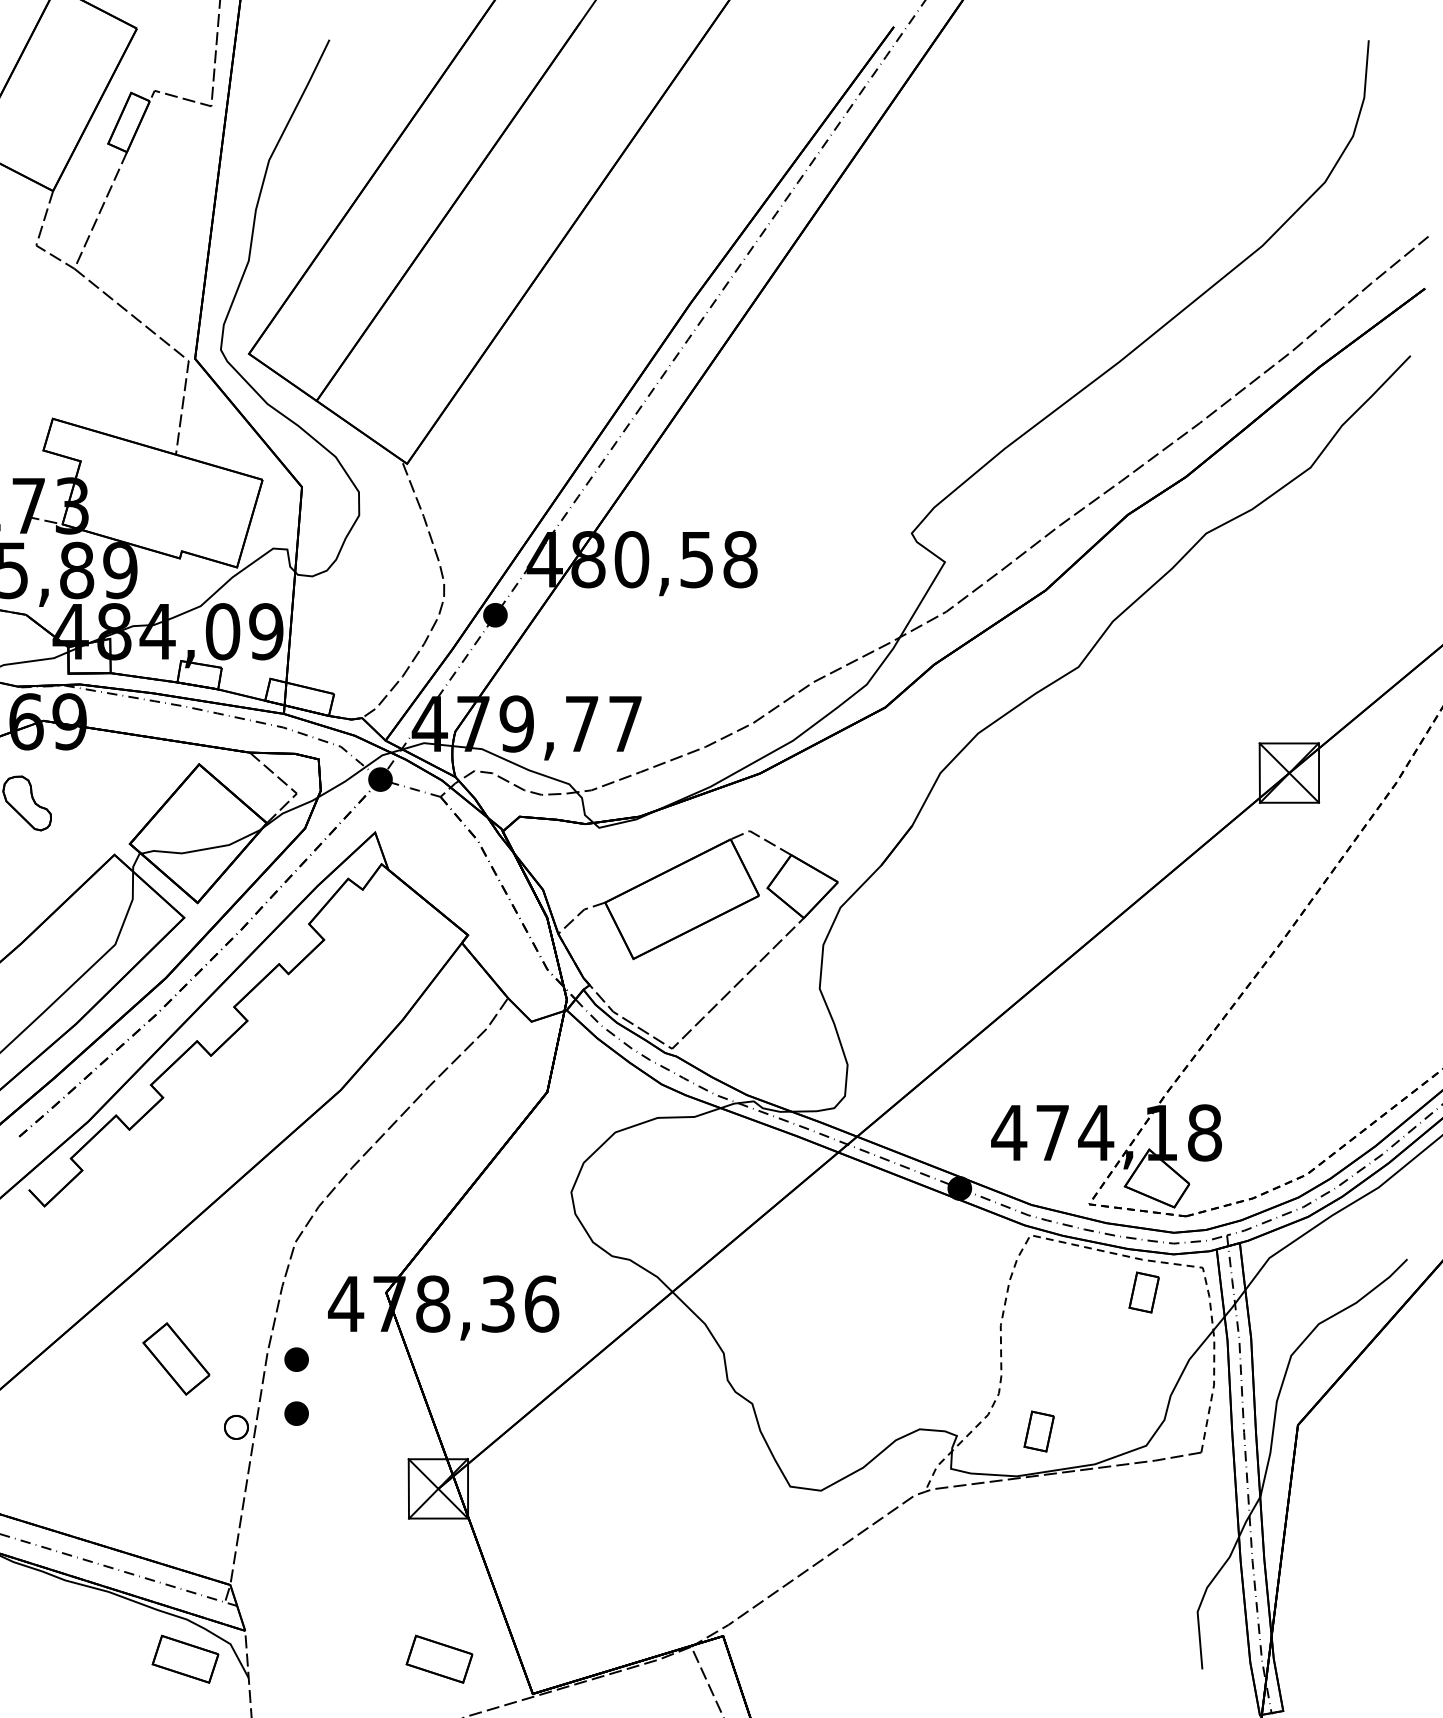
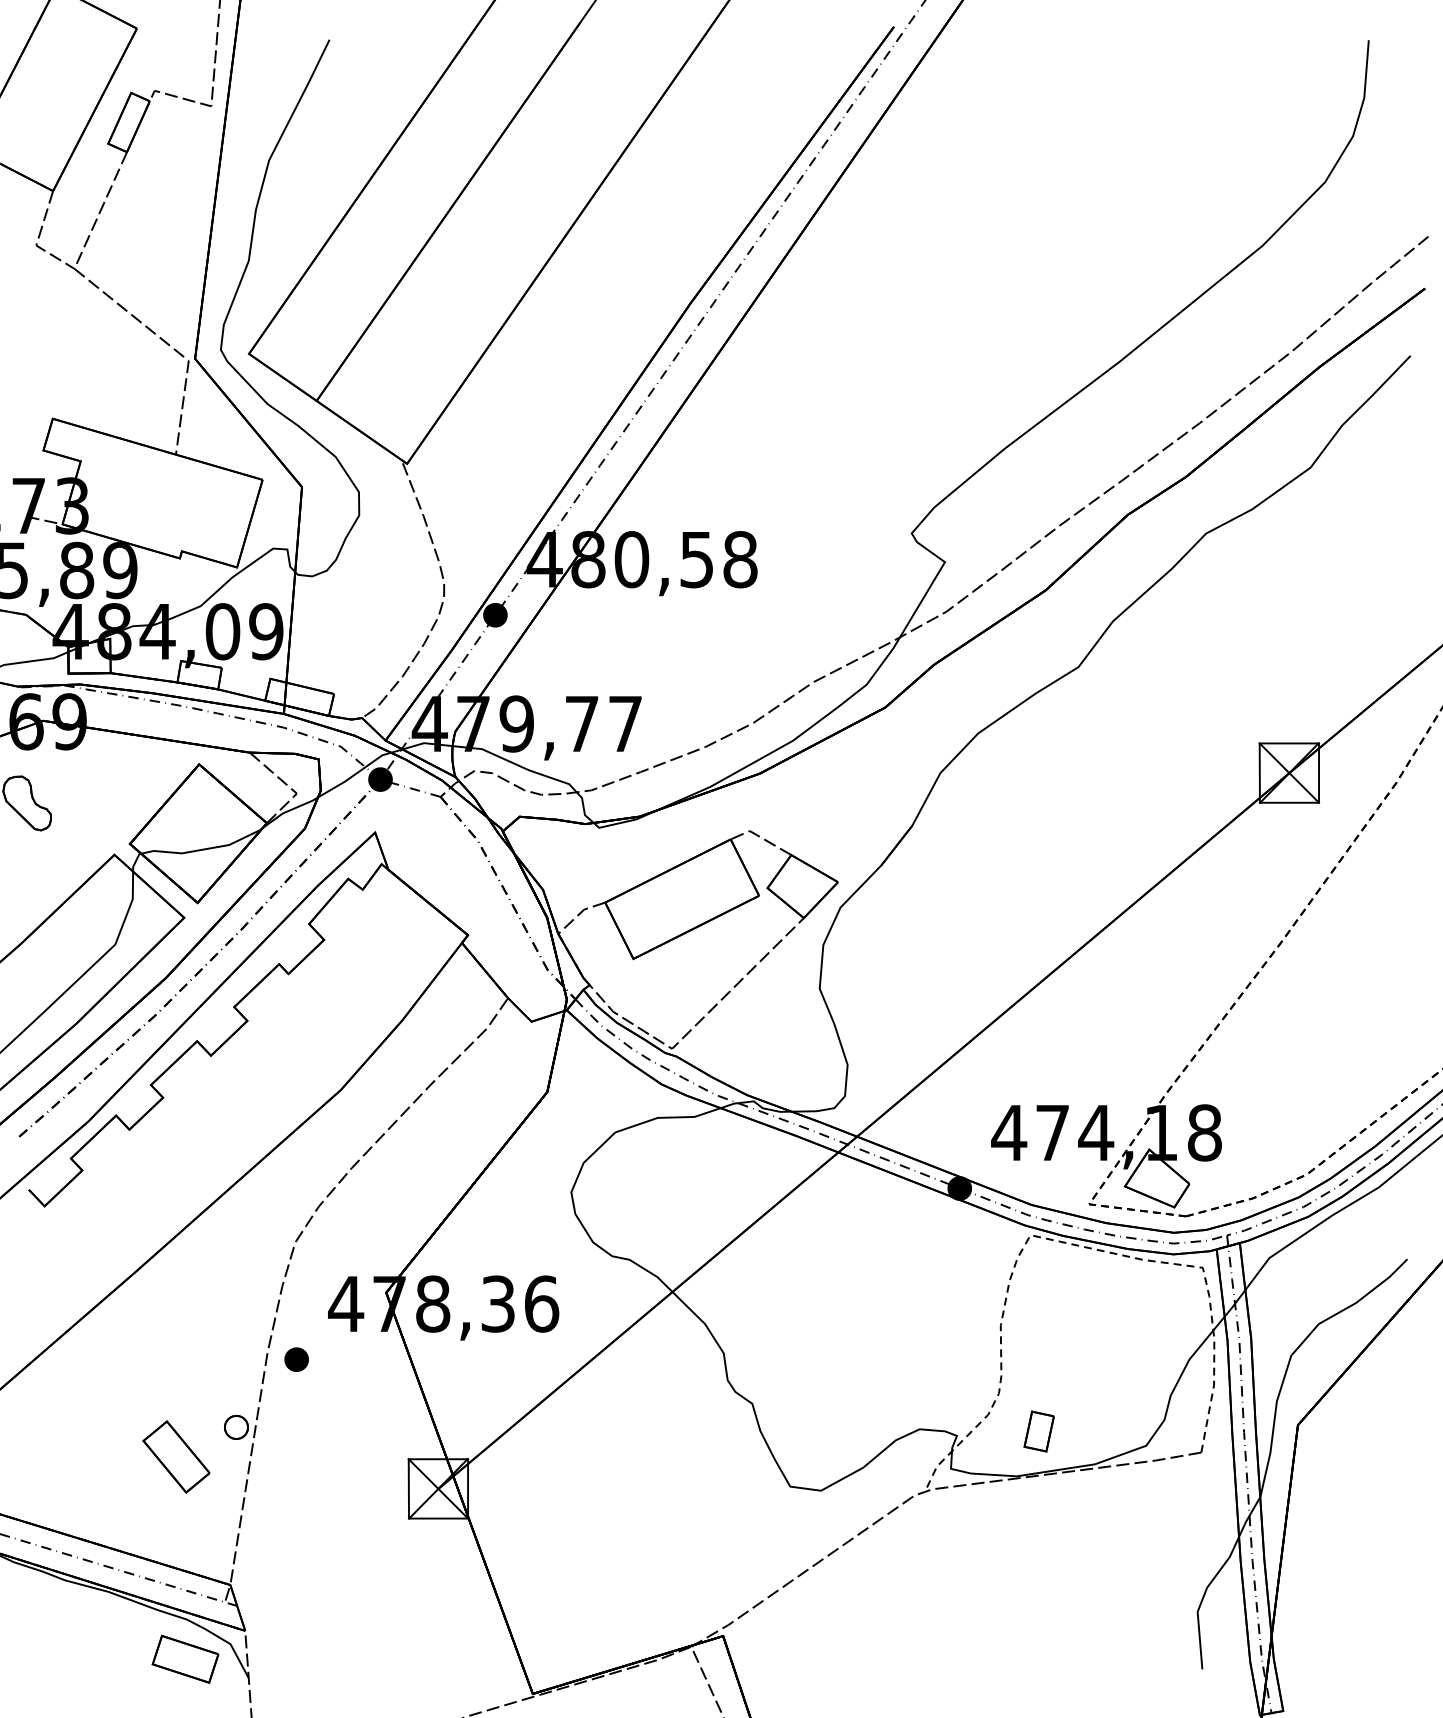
part at (1143, 1292): present -> none
part at (176, 1358) position: (176, 1358) -> (176, 1456)
part at (296, 1413): present -> none
part at (439, 1658): present -> none
